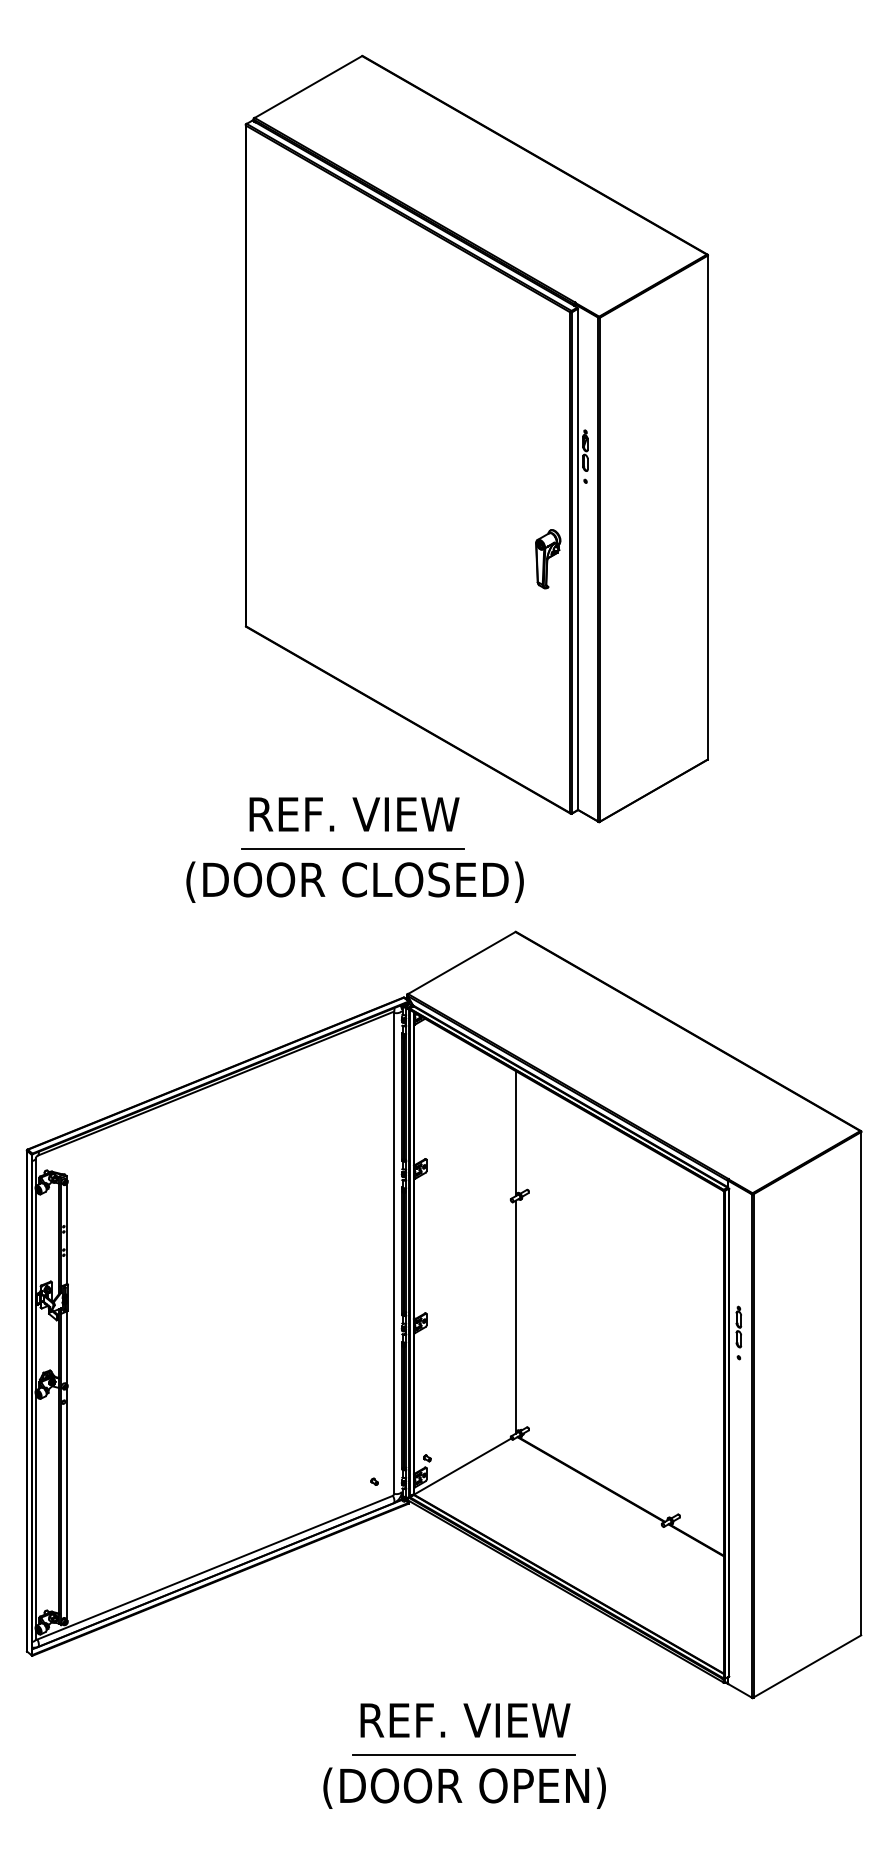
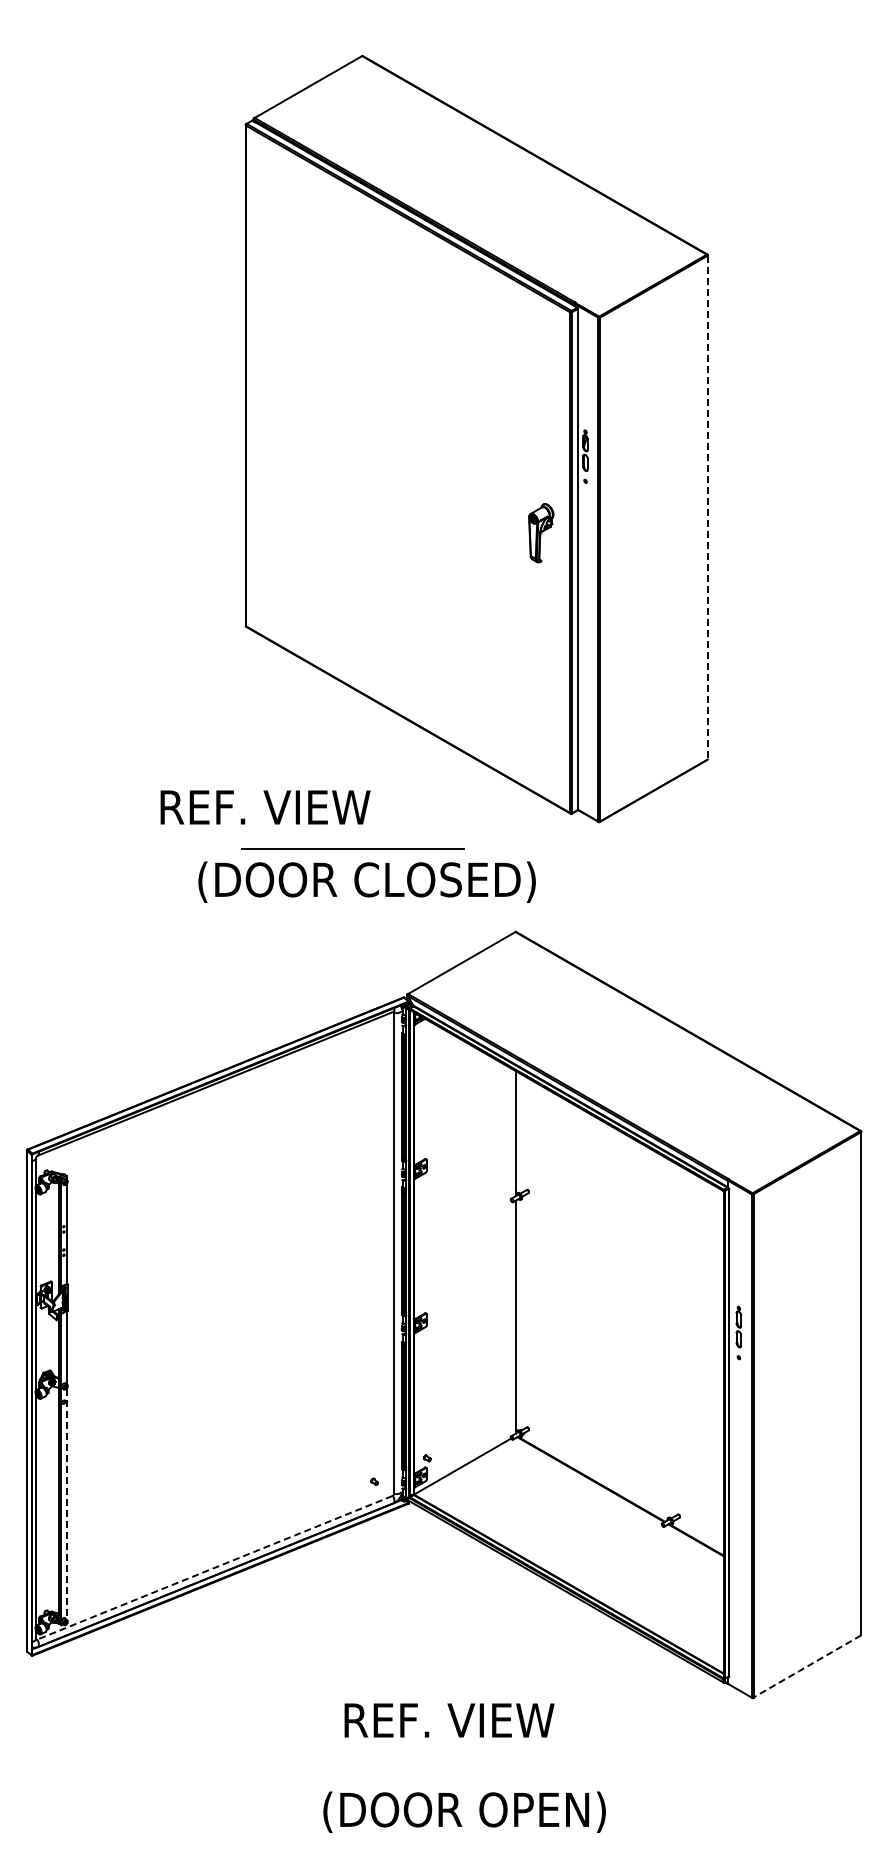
line at (707, 507): solid -> dashed
part at (548, 559) position: (548, 559) -> (541, 533)
text at (354, 814) position: (354, 814) -> (265, 807)
text at (354, 881) position: (354, 881) -> (366, 881)
line at (66, 1504): solid -> dashed
line at (214, 1567): solid -> dashed
line at (806, 1666): solid -> dashed
text at (465, 1720) position: (465, 1720) -> (449, 1720)
line at (464, 1754): present -> none
text at (464, 1787) position: (464, 1787) -> (464, 1811)
